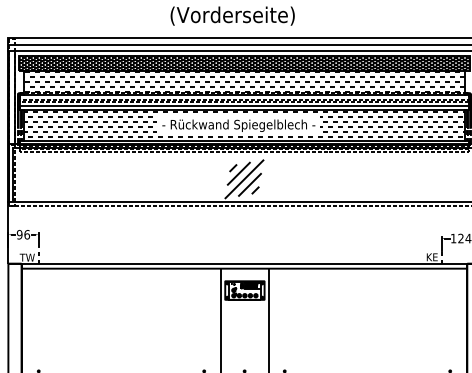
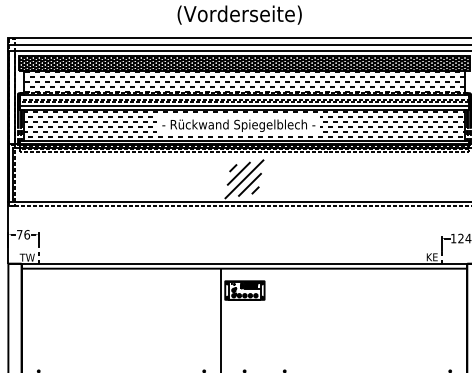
text at (232, 15) position: (232, 15) -> (239, 14)
text at (19, 234): 96 -> 76
line at (268, 318): present -> none
